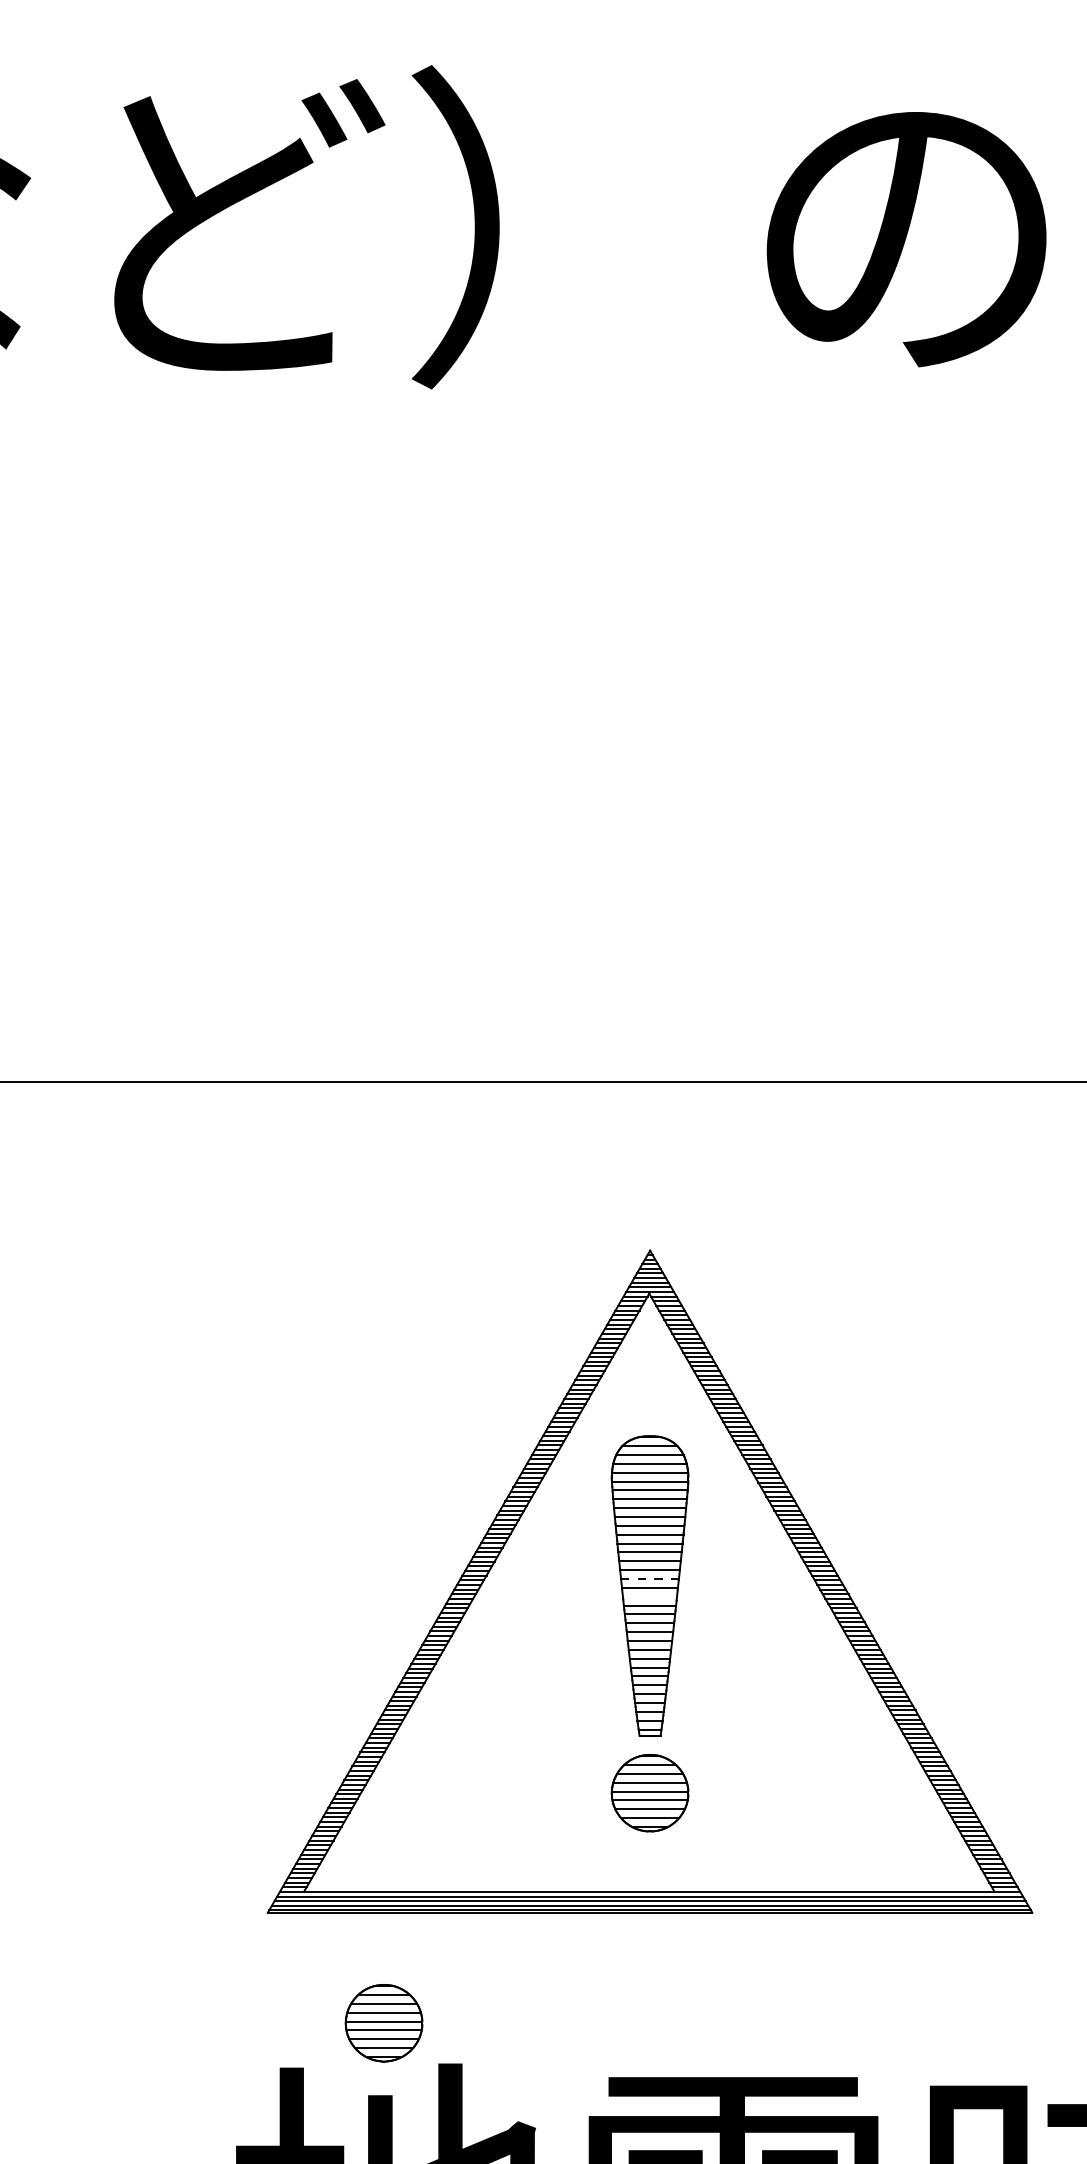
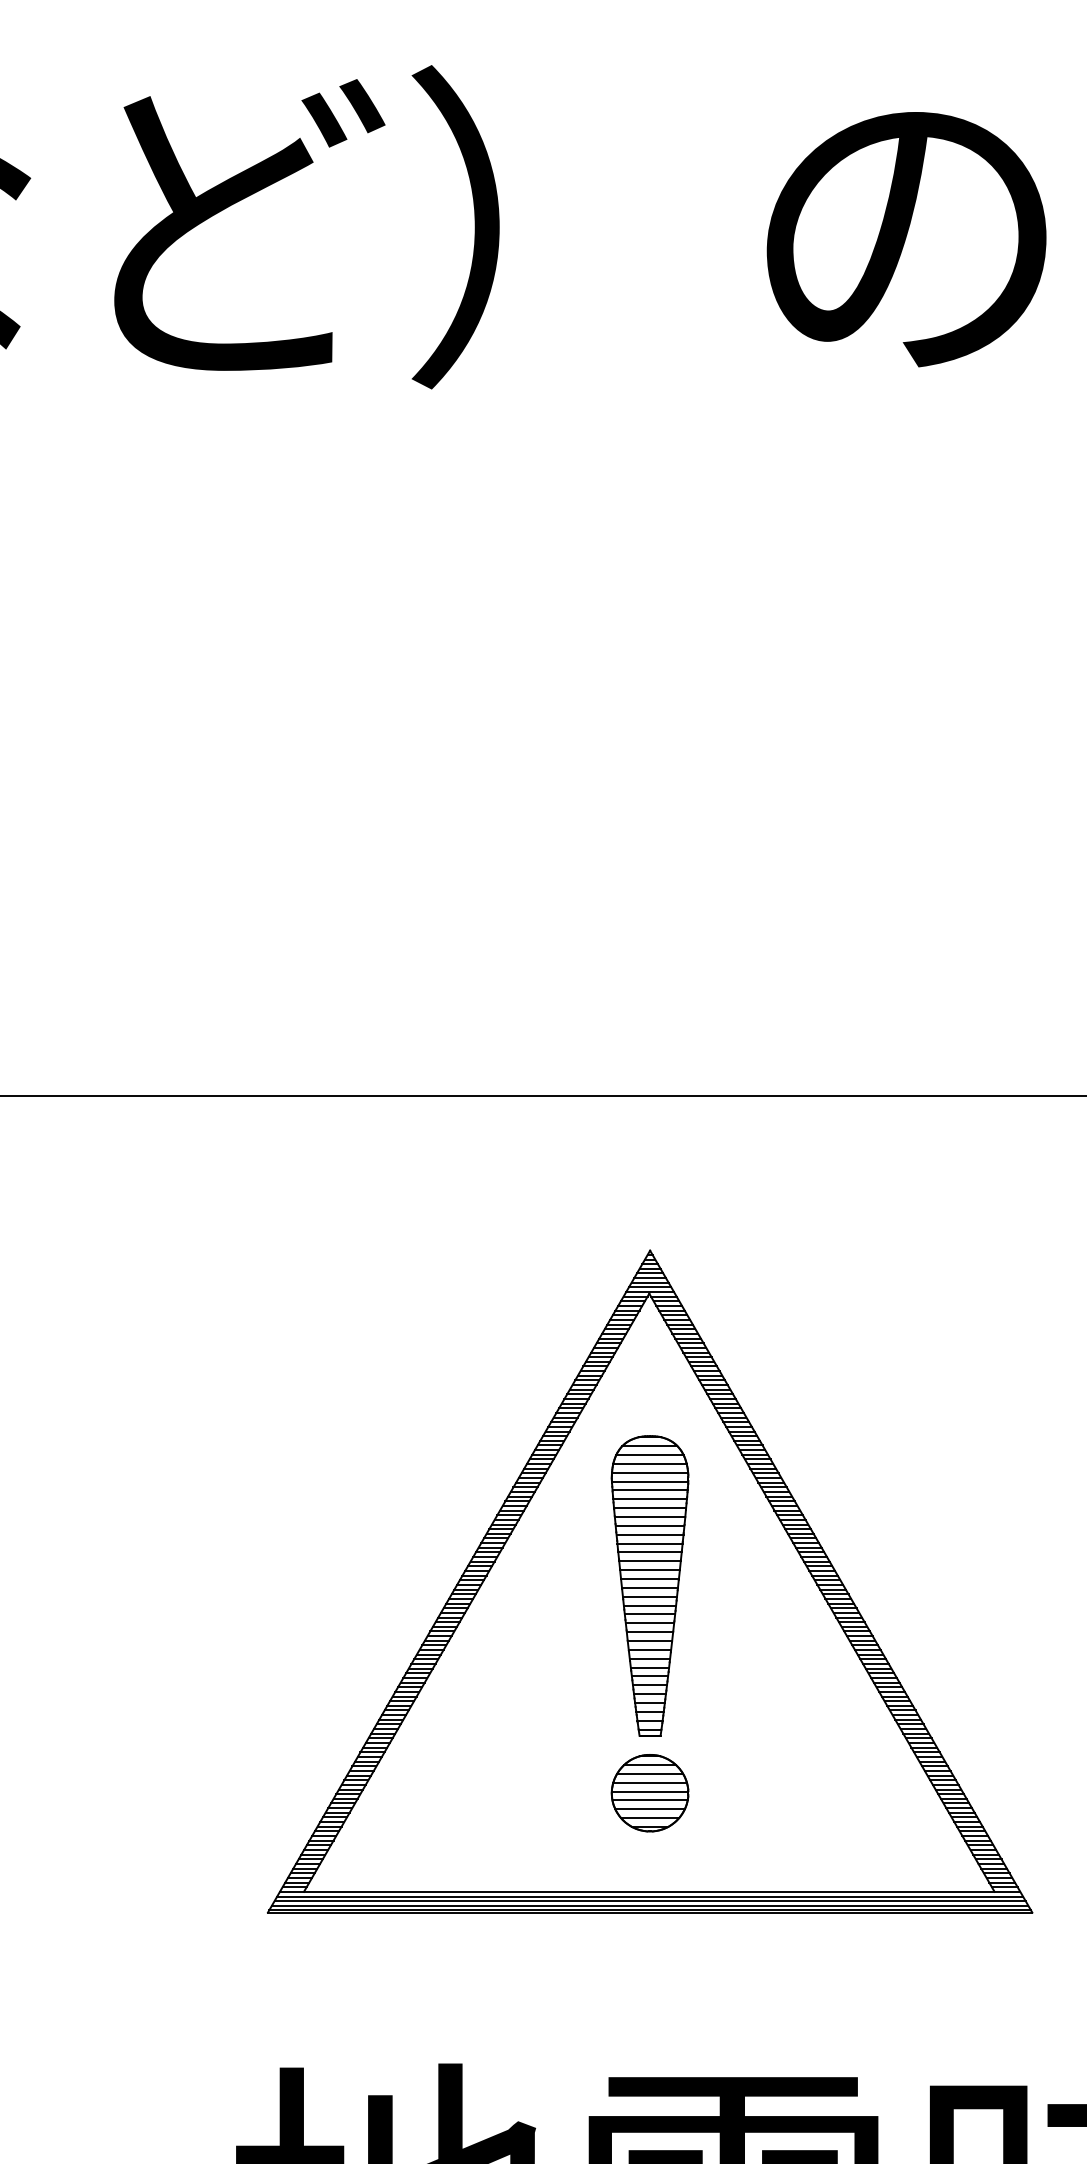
line at (542, 1081) position: (542, 1081) -> (542, 1095)
line at (650, 1579): dashed -> solid
line at (649, 1596): none -> present
part at (383, 2023): present -> none
